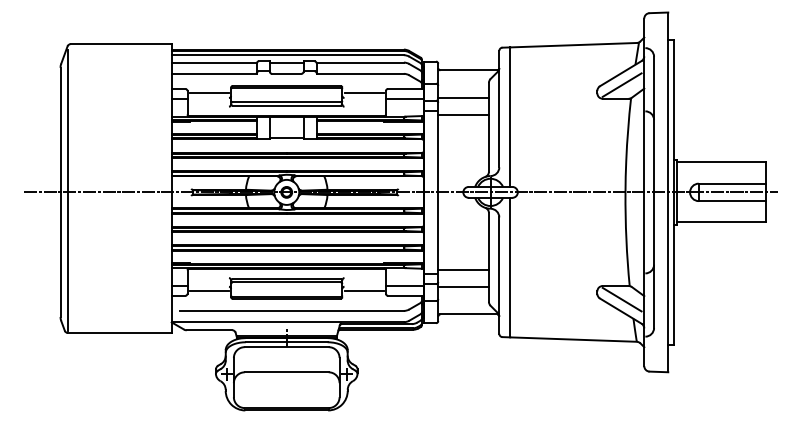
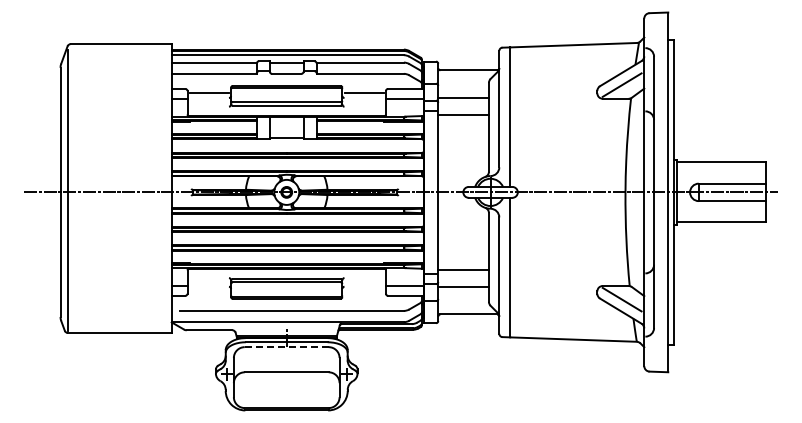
line at (208, 291): present -> none
line at (363, 291): present -> none
line at (286, 347): solid -> dashed
